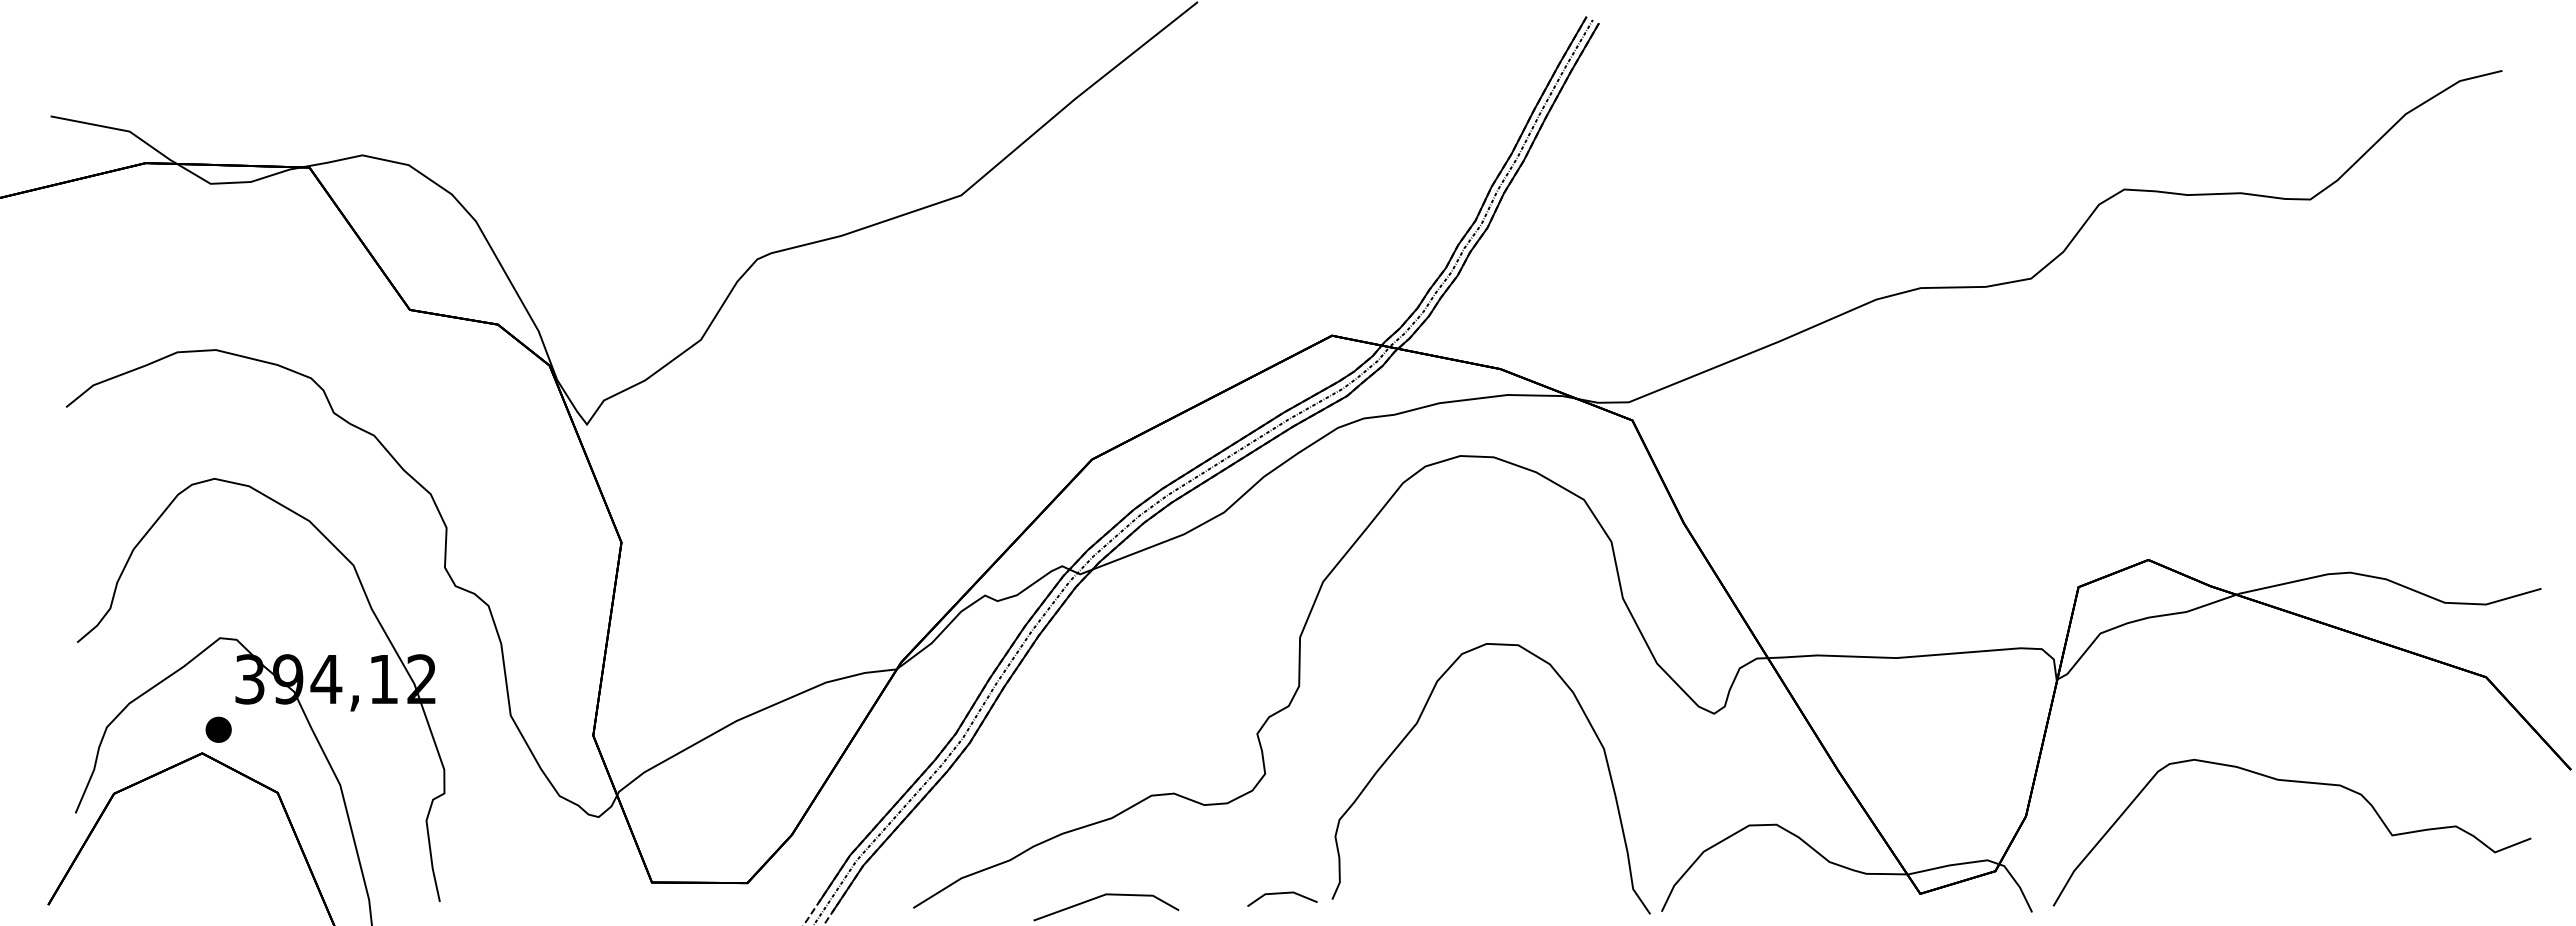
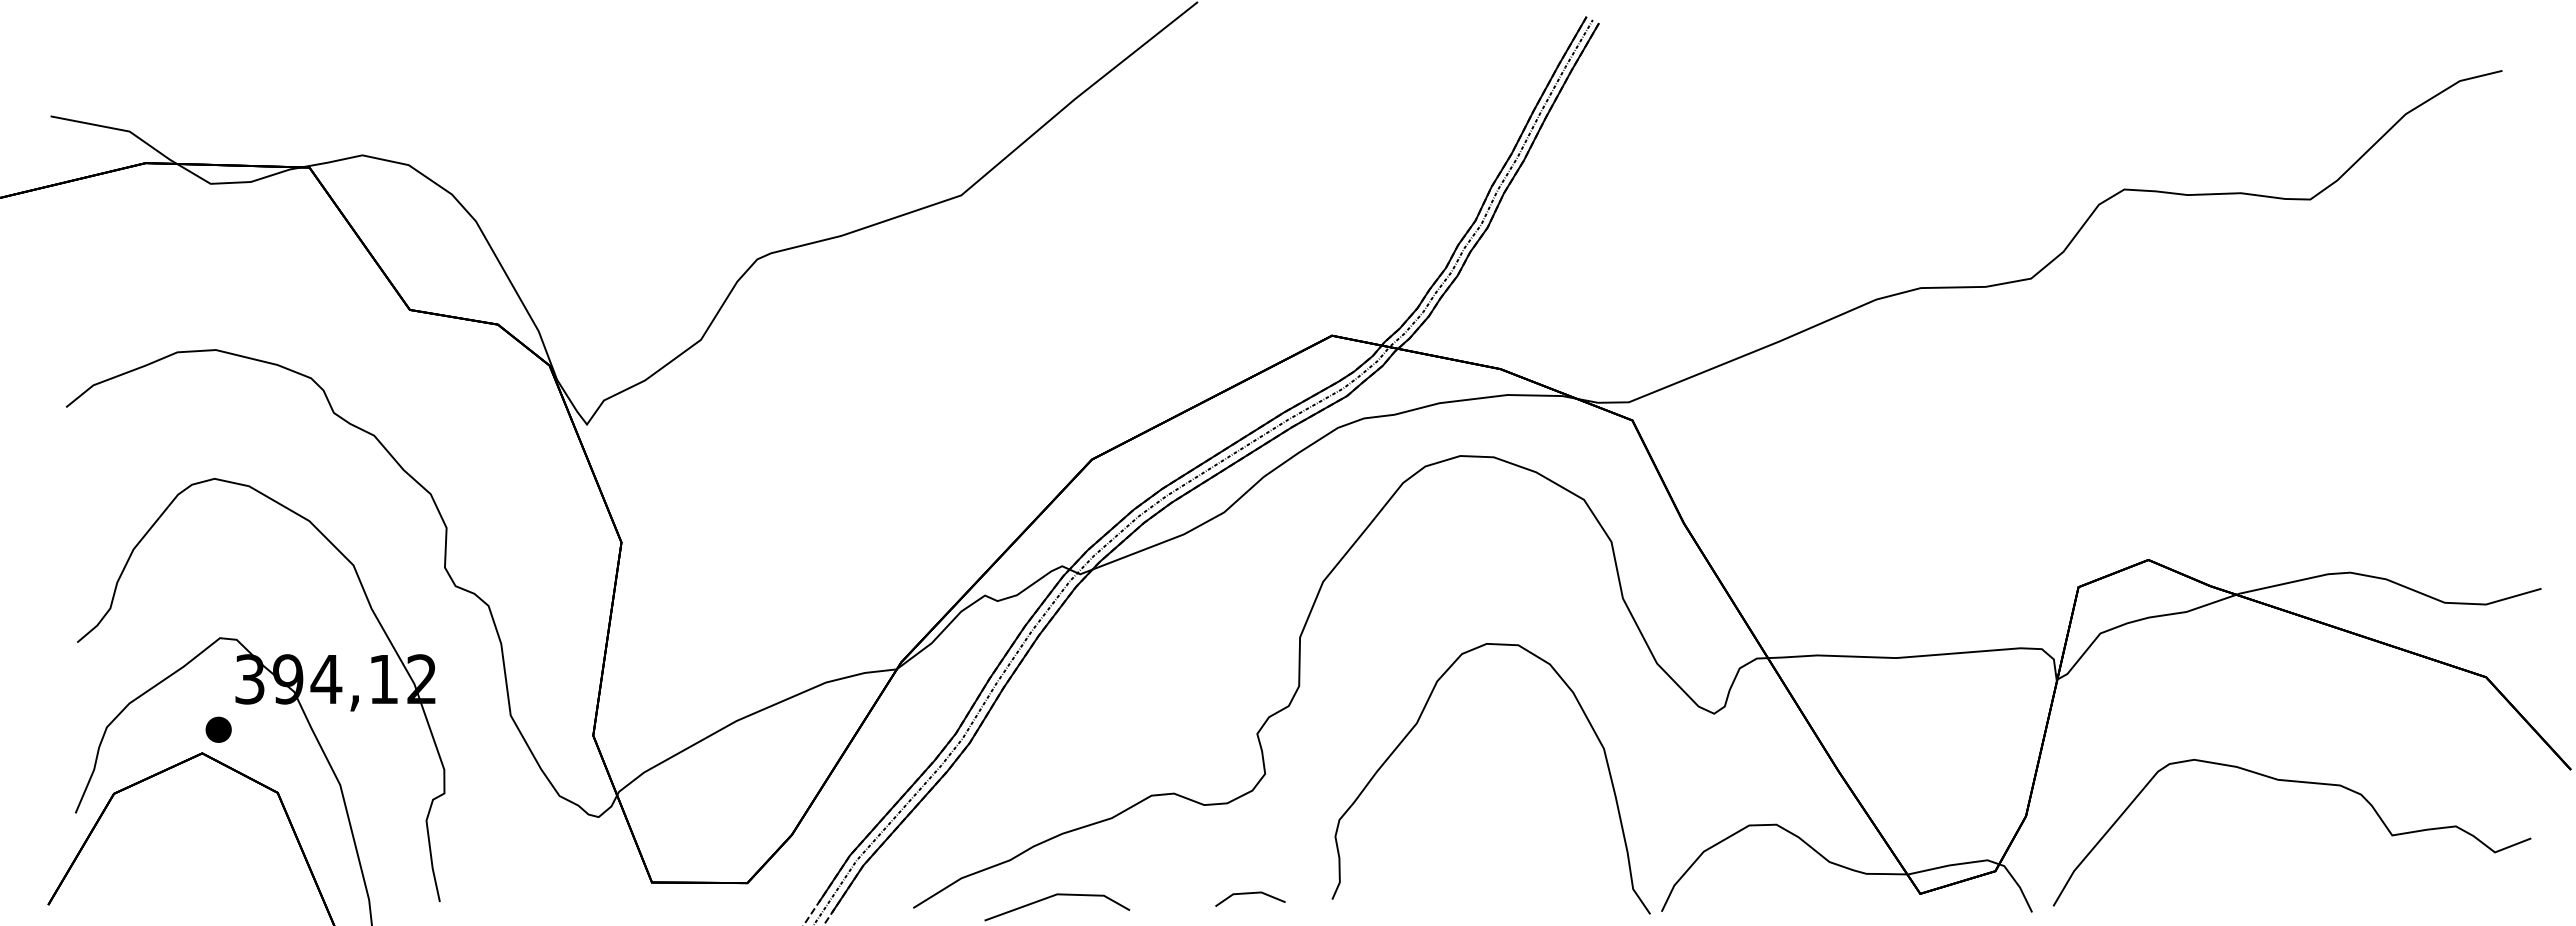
line at (1281, 894) position: (1281, 894) -> (1249, 894)
line at (1103, 896) position: (1103, 896) -> (1054, 896)
